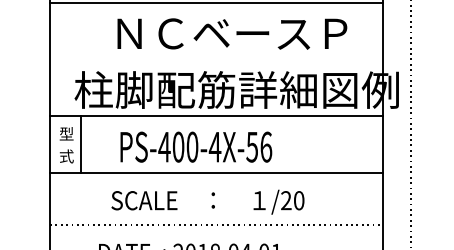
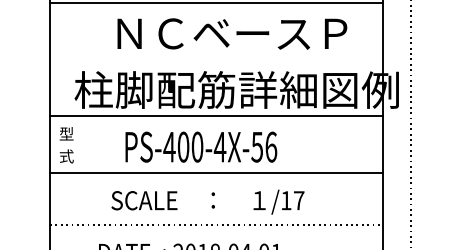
line at (81, 144): present -> none
text at (196, 146) position: (196, 146) -> (201, 146)
text at (292, 200): /20 -> /17
